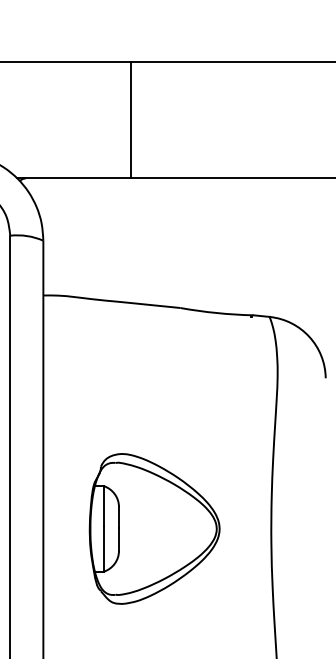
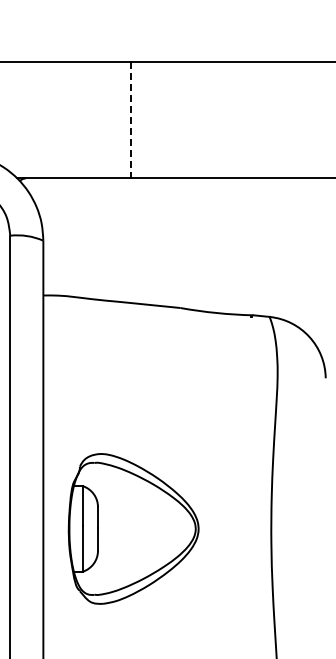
line at (130, 120): solid -> dashed
part at (154, 528) position: (154, 528) -> (133, 528)
